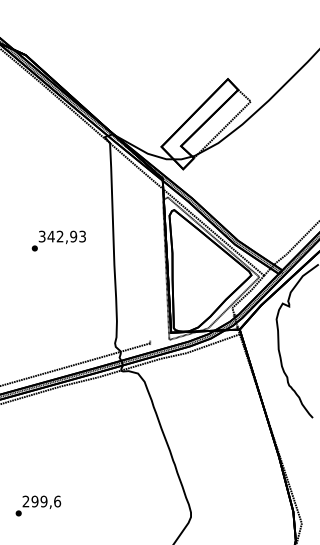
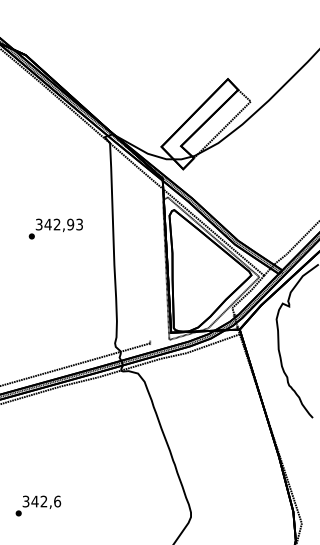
text at (58, 240) position: (58, 240) -> (55, 228)
text at (34, 501): 299,6 -> 342,6
